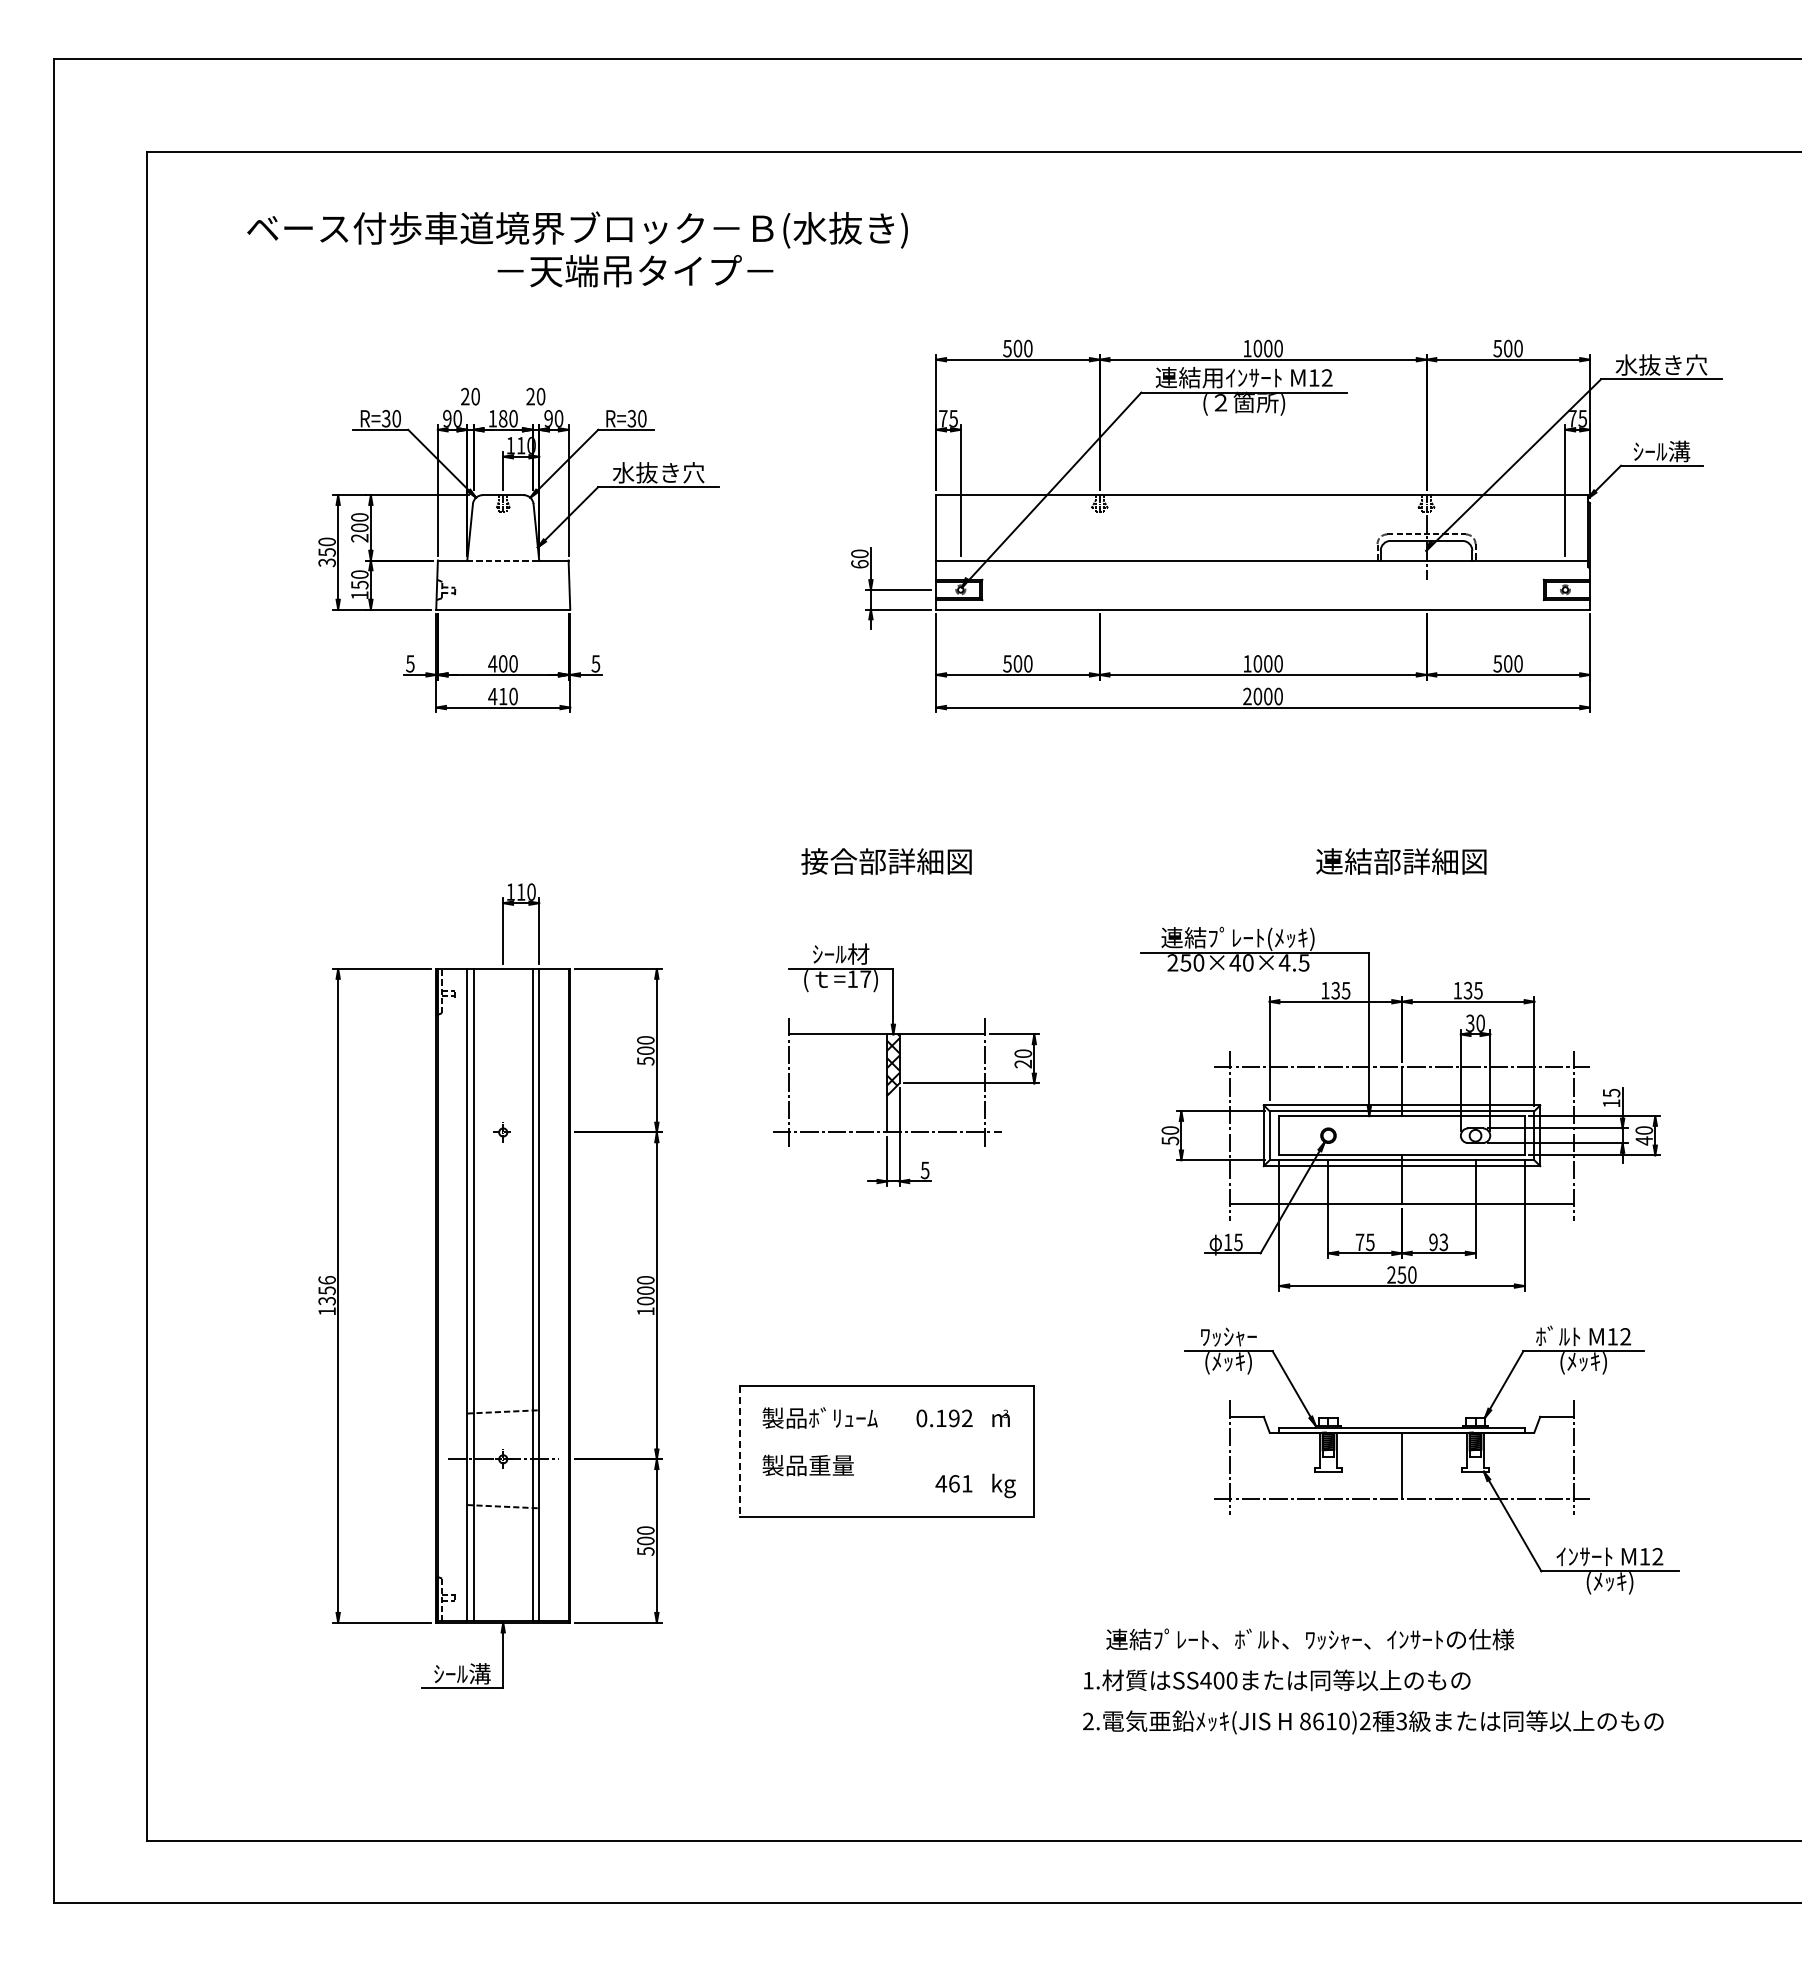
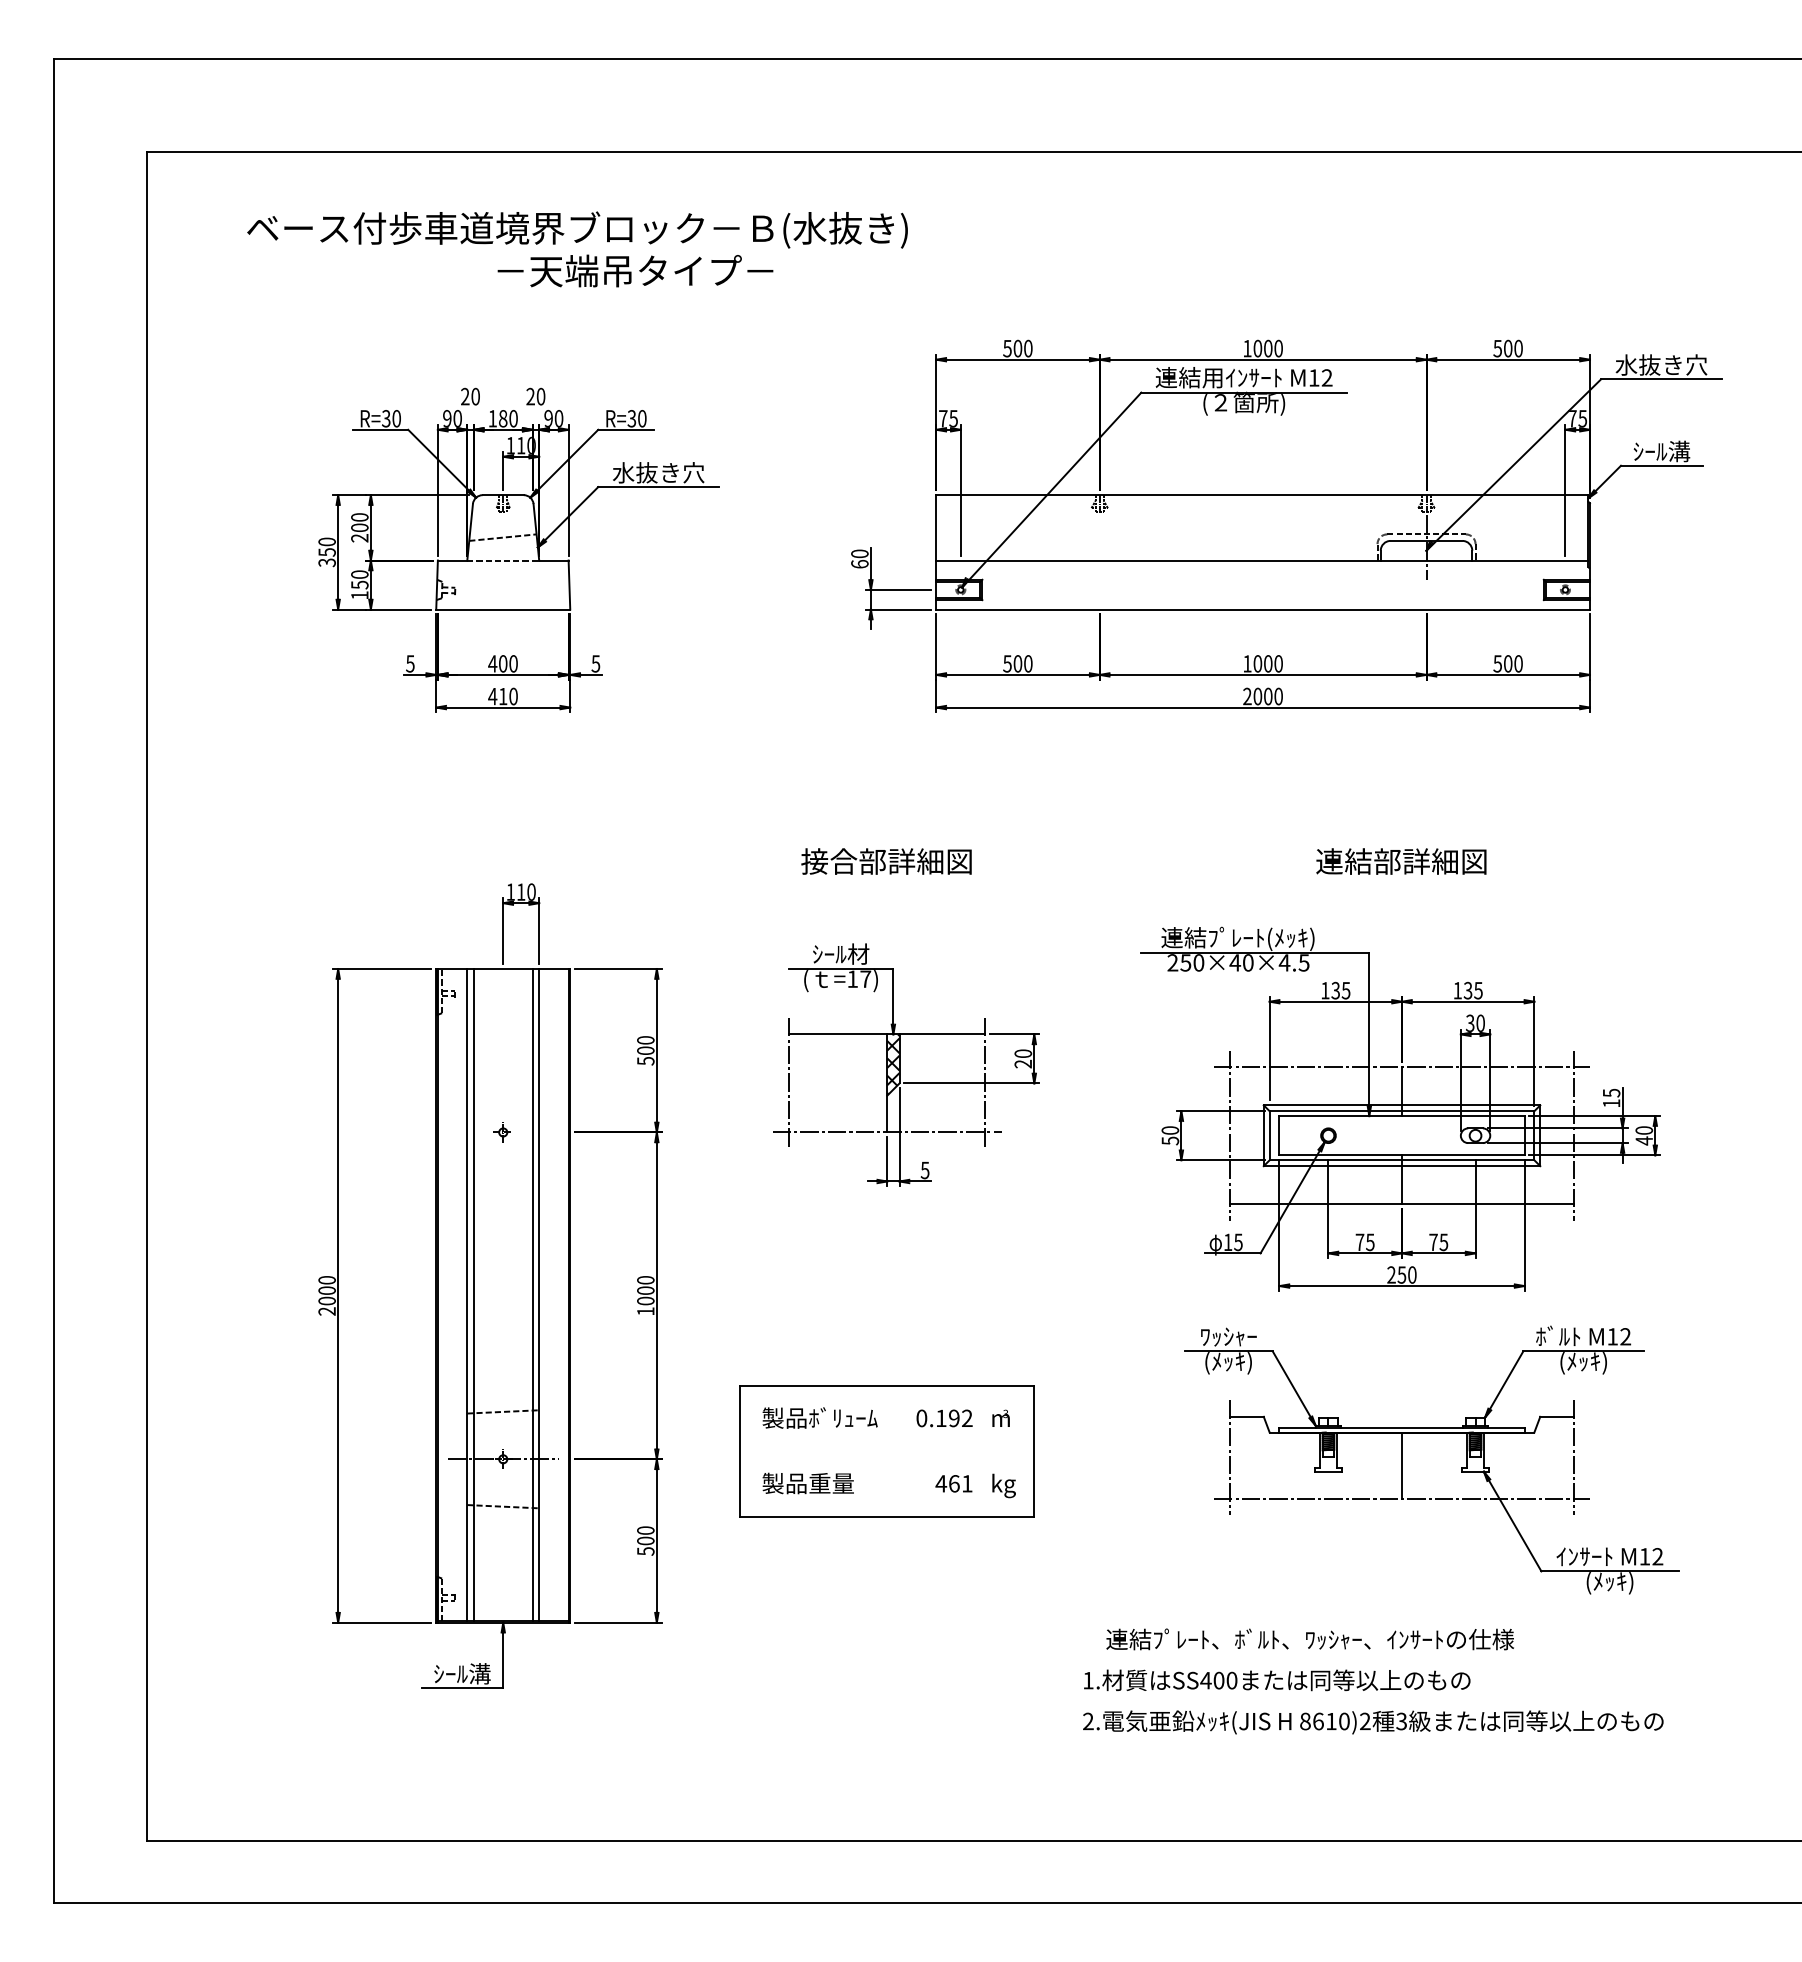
line at (502, 537): none -> present
text at (1438, 1242): 93 -> 75
text at (326, 1295): 1356 -> 2000
line at (740, 1451): dashed -> solid
text at (807, 1465) position: (807, 1465) -> (807, 1483)
